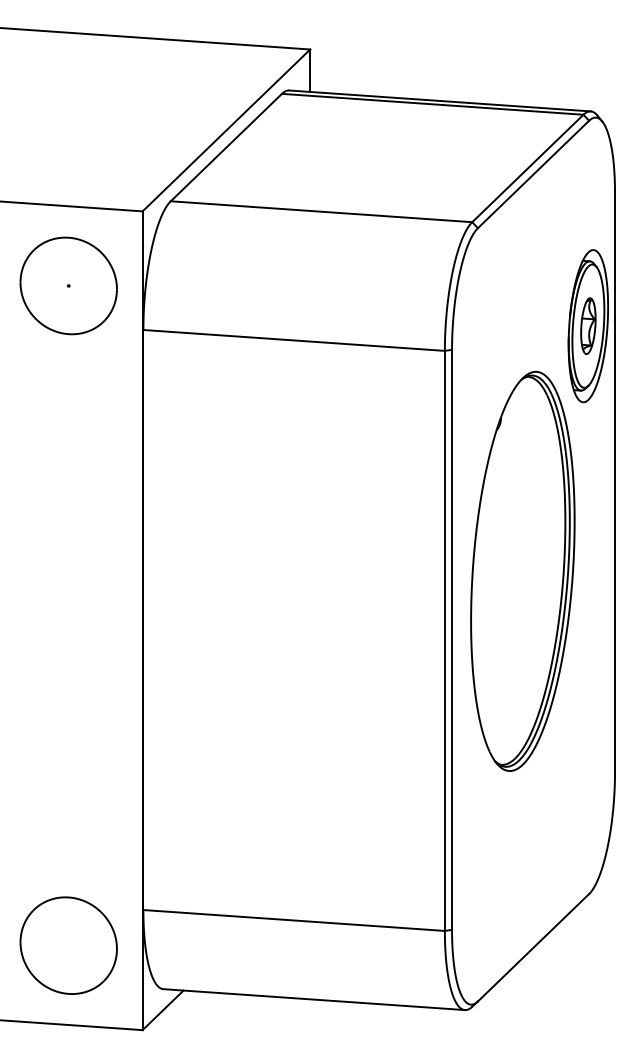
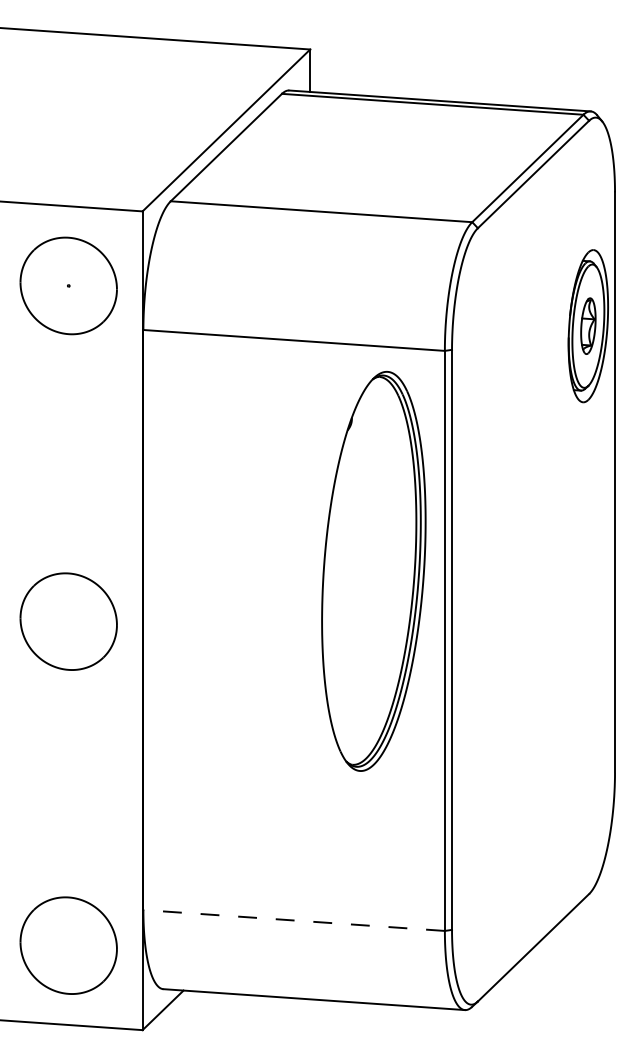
part at (522, 571) position: (522, 571) -> (373, 571)
part at (68, 621): none -> present
line at (293, 920): solid -> dashed
